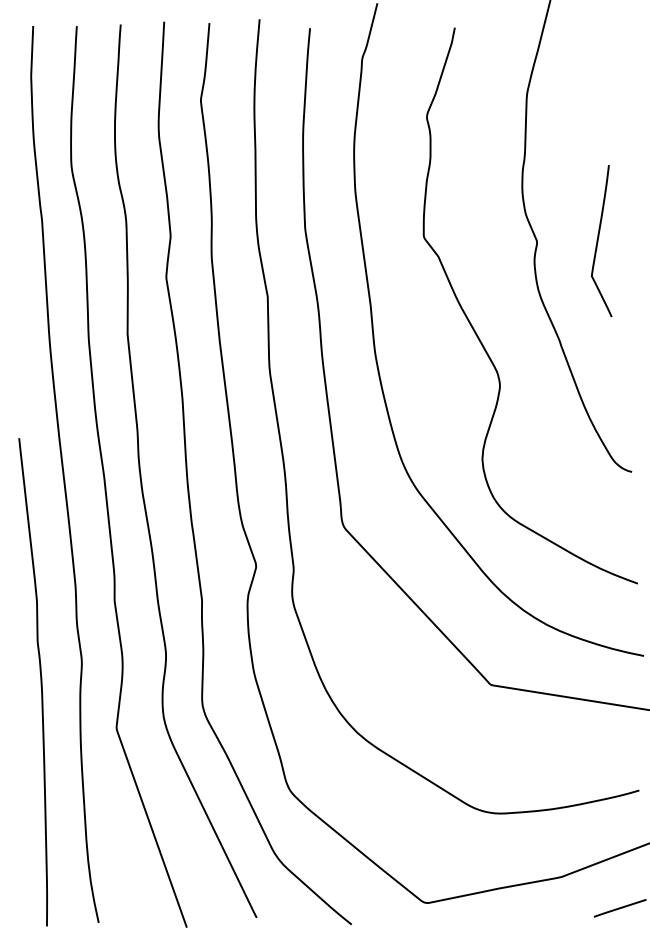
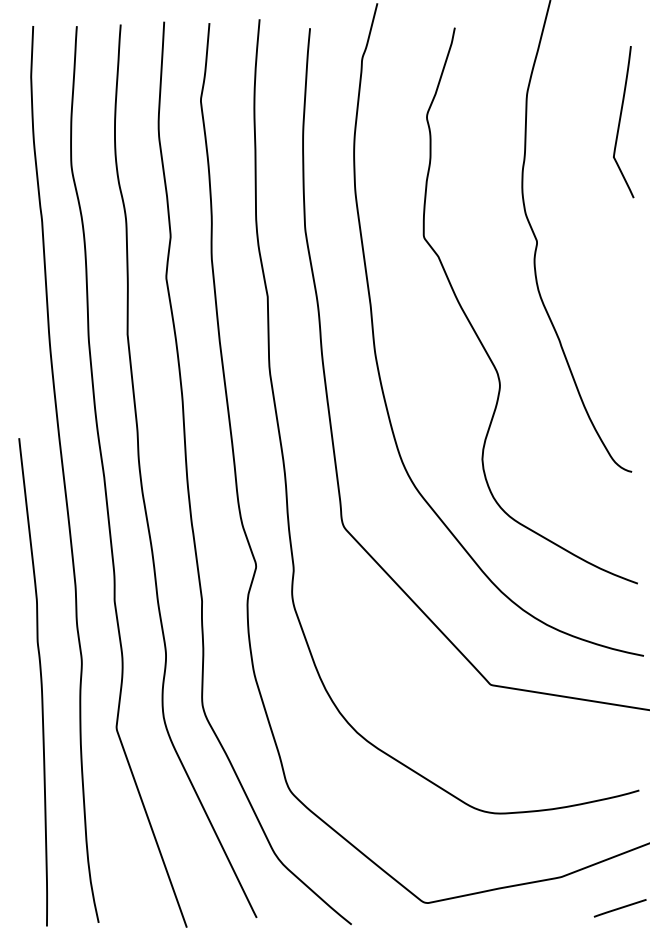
curve at (598, 241) position: (598, 241) -> (620, 122)
